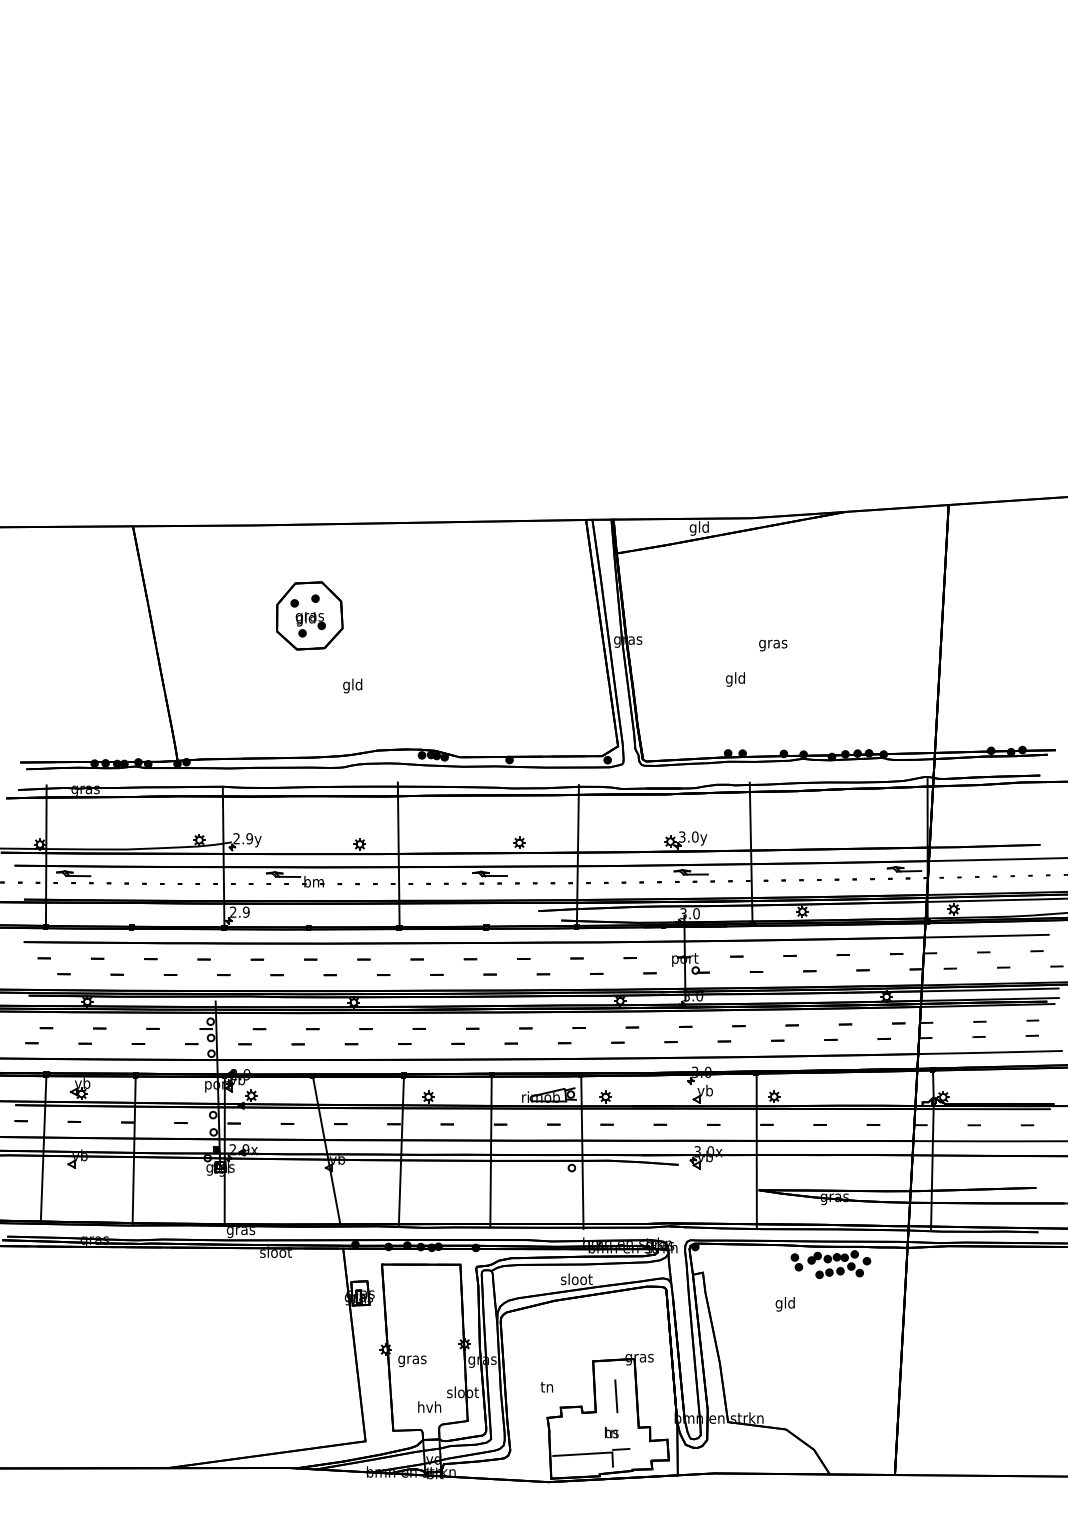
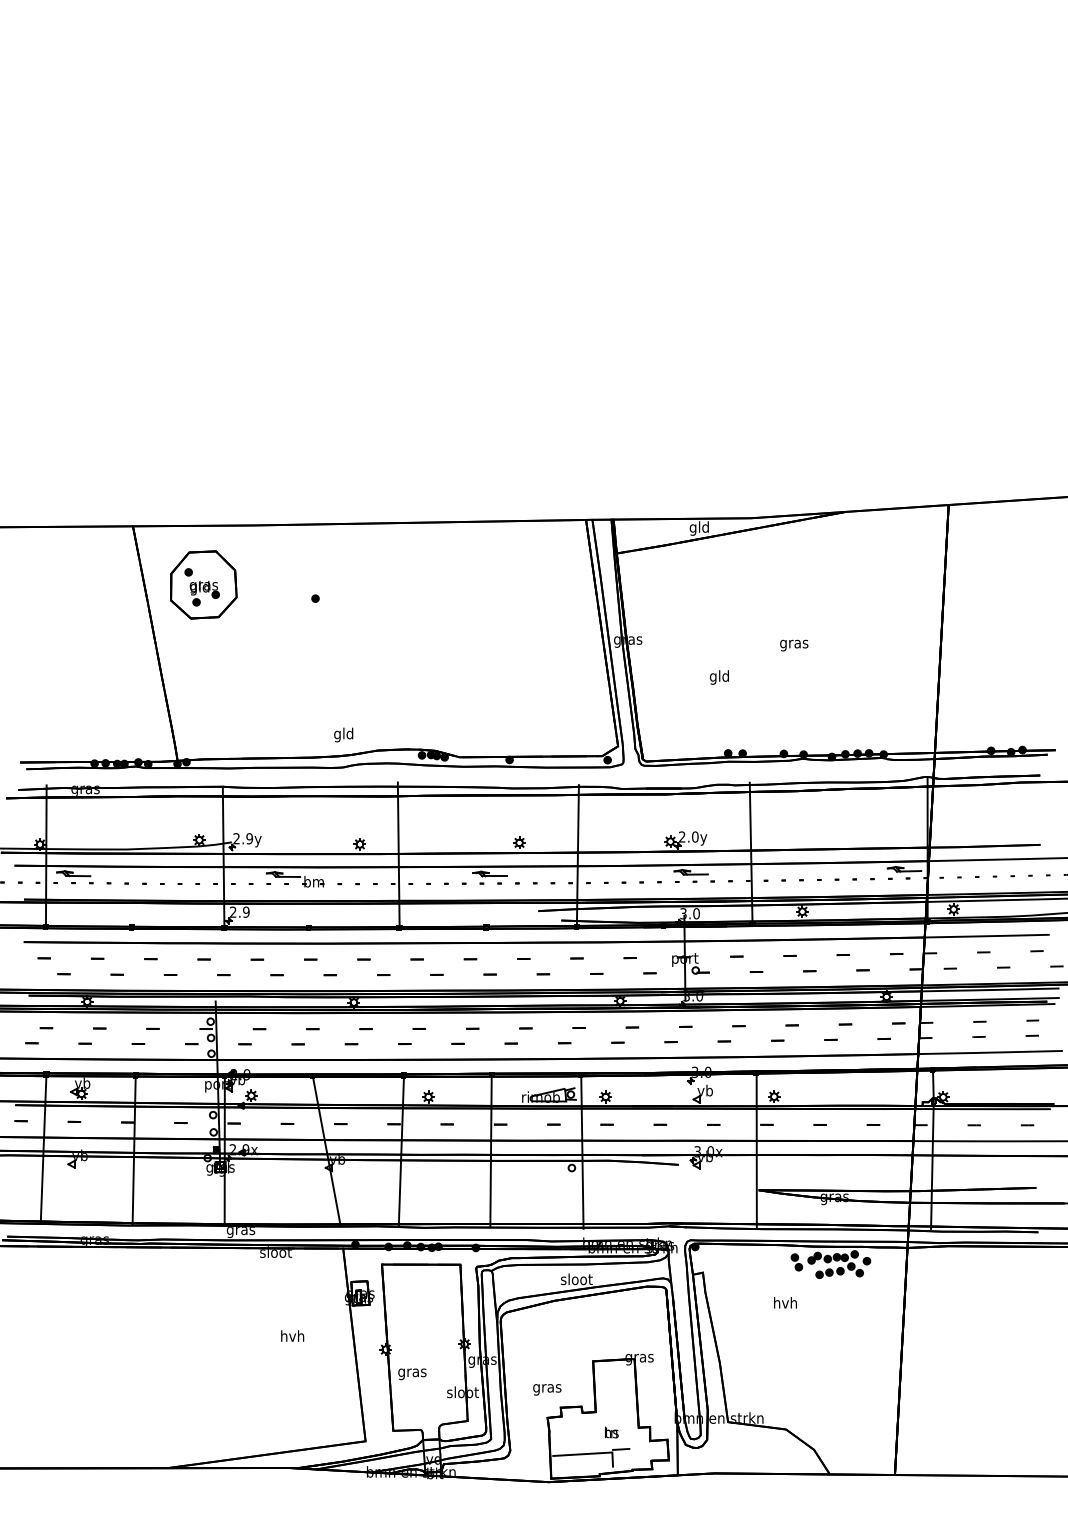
part at (309, 615) position: (309, 615) -> (203, 584)
text at (773, 645) position: (773, 645) -> (794, 645)
text at (734, 679) position: (734, 679) -> (718, 677)
text at (352, 685) position: (352, 685) -> (343, 734)
text at (682, 837): 3.0y -> 2.0y
text at (785, 1304): gld -> hvh
text at (412, 1361) position: (412, 1361) -> (412, 1374)
text at (547, 1388): tn -> gras
line at (616, 1396): present -> none
text at (429, 1406) position: (429, 1406) -> (292, 1335)
